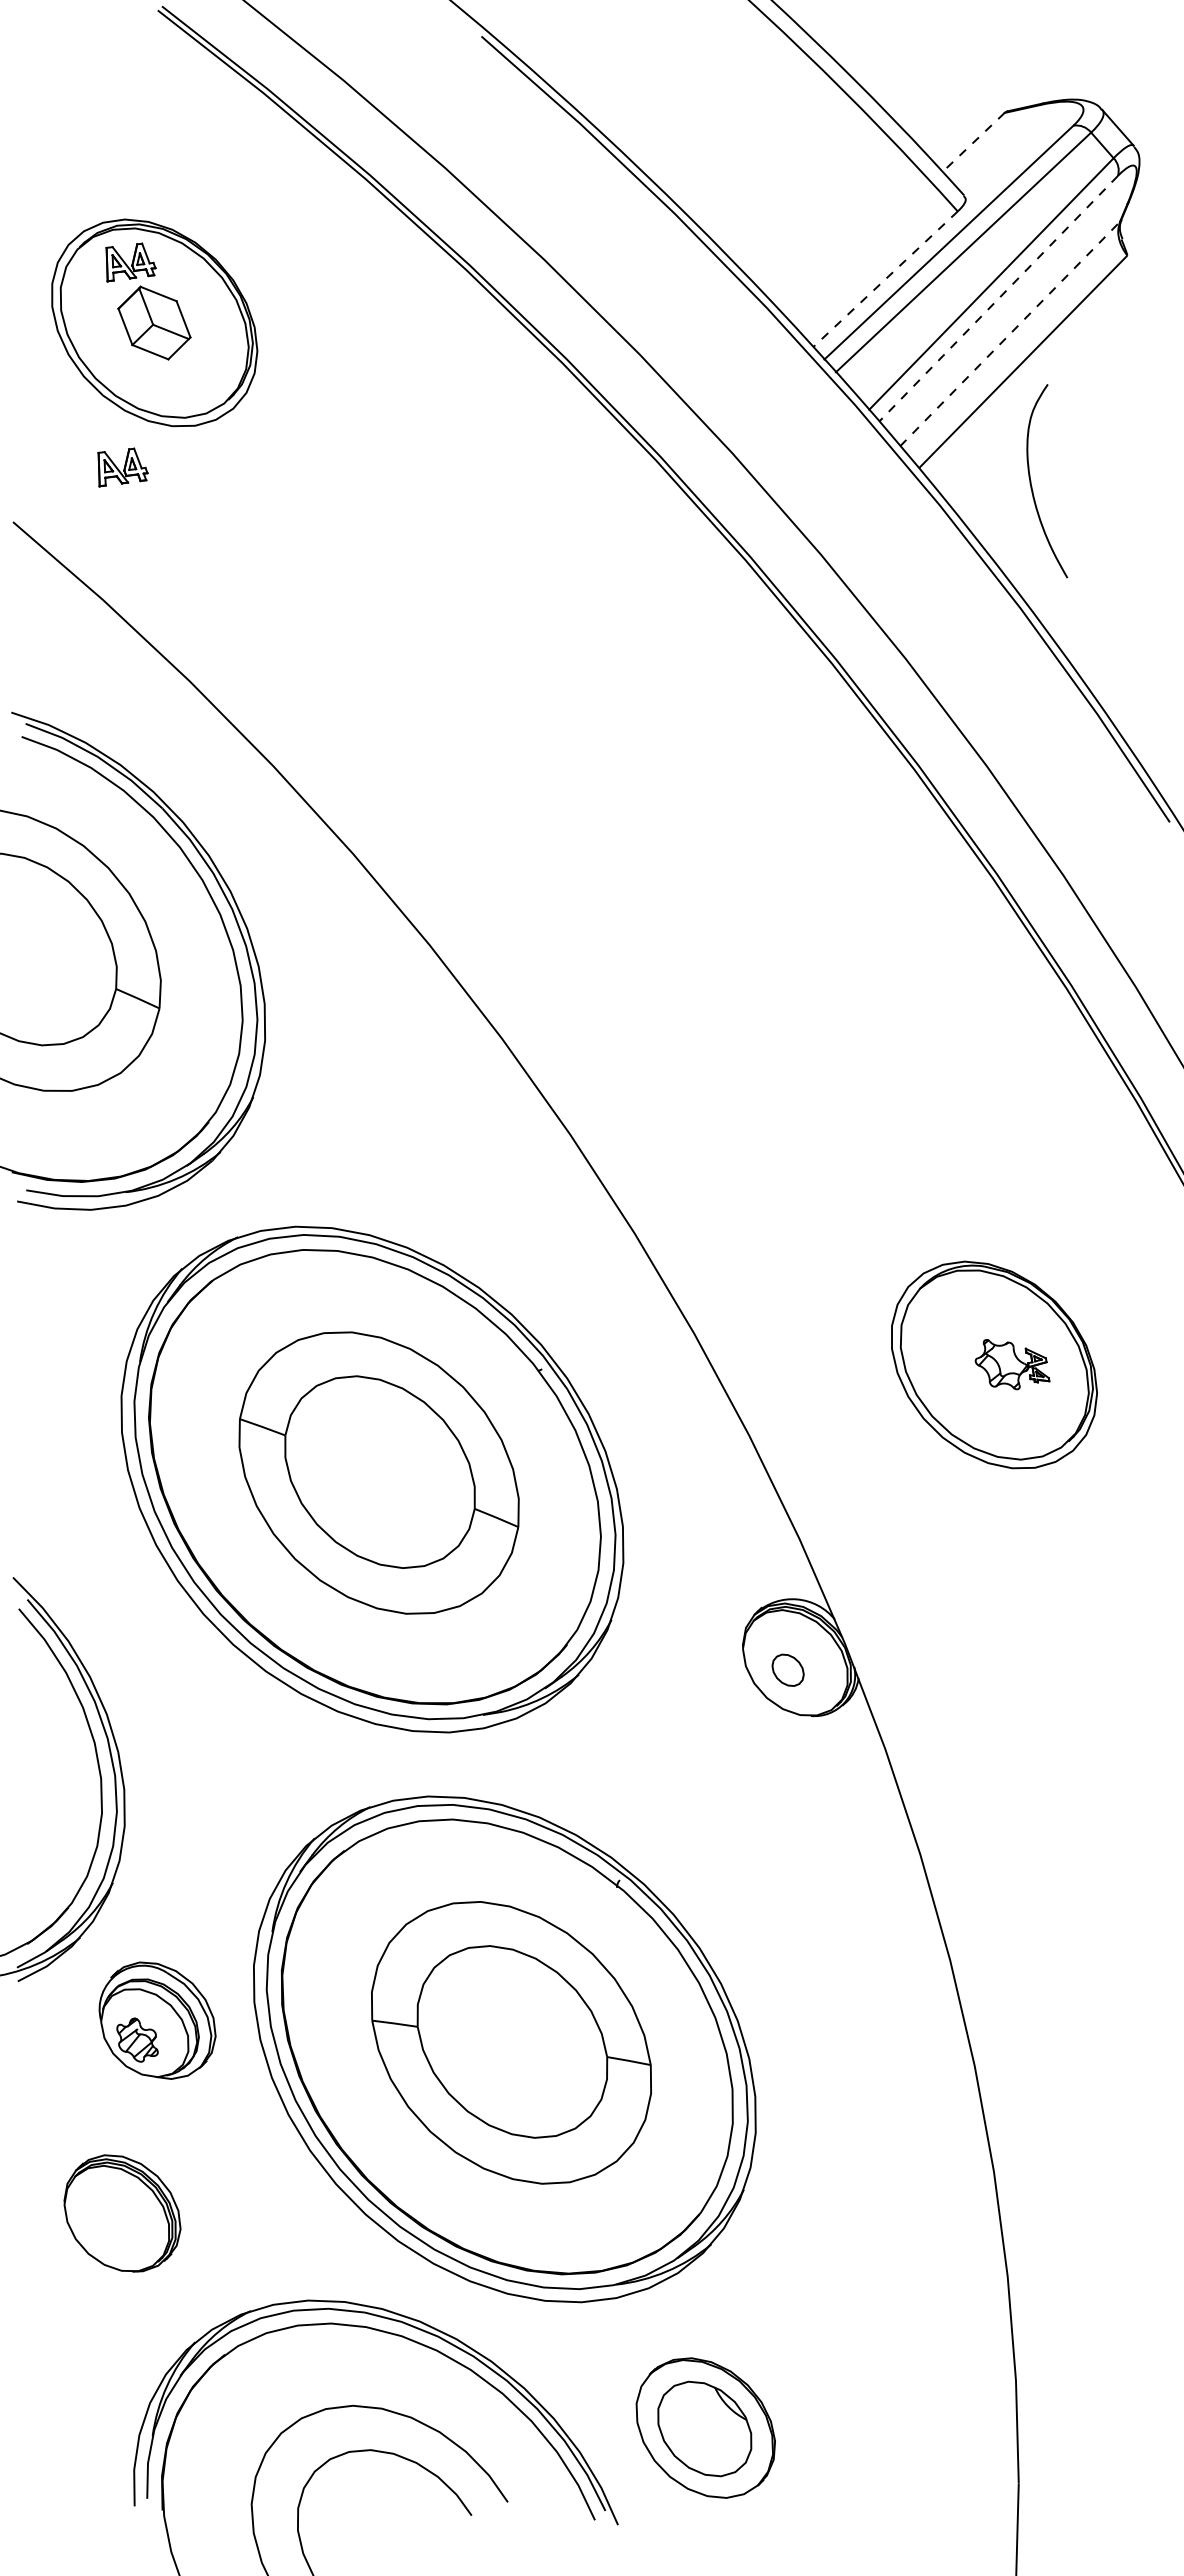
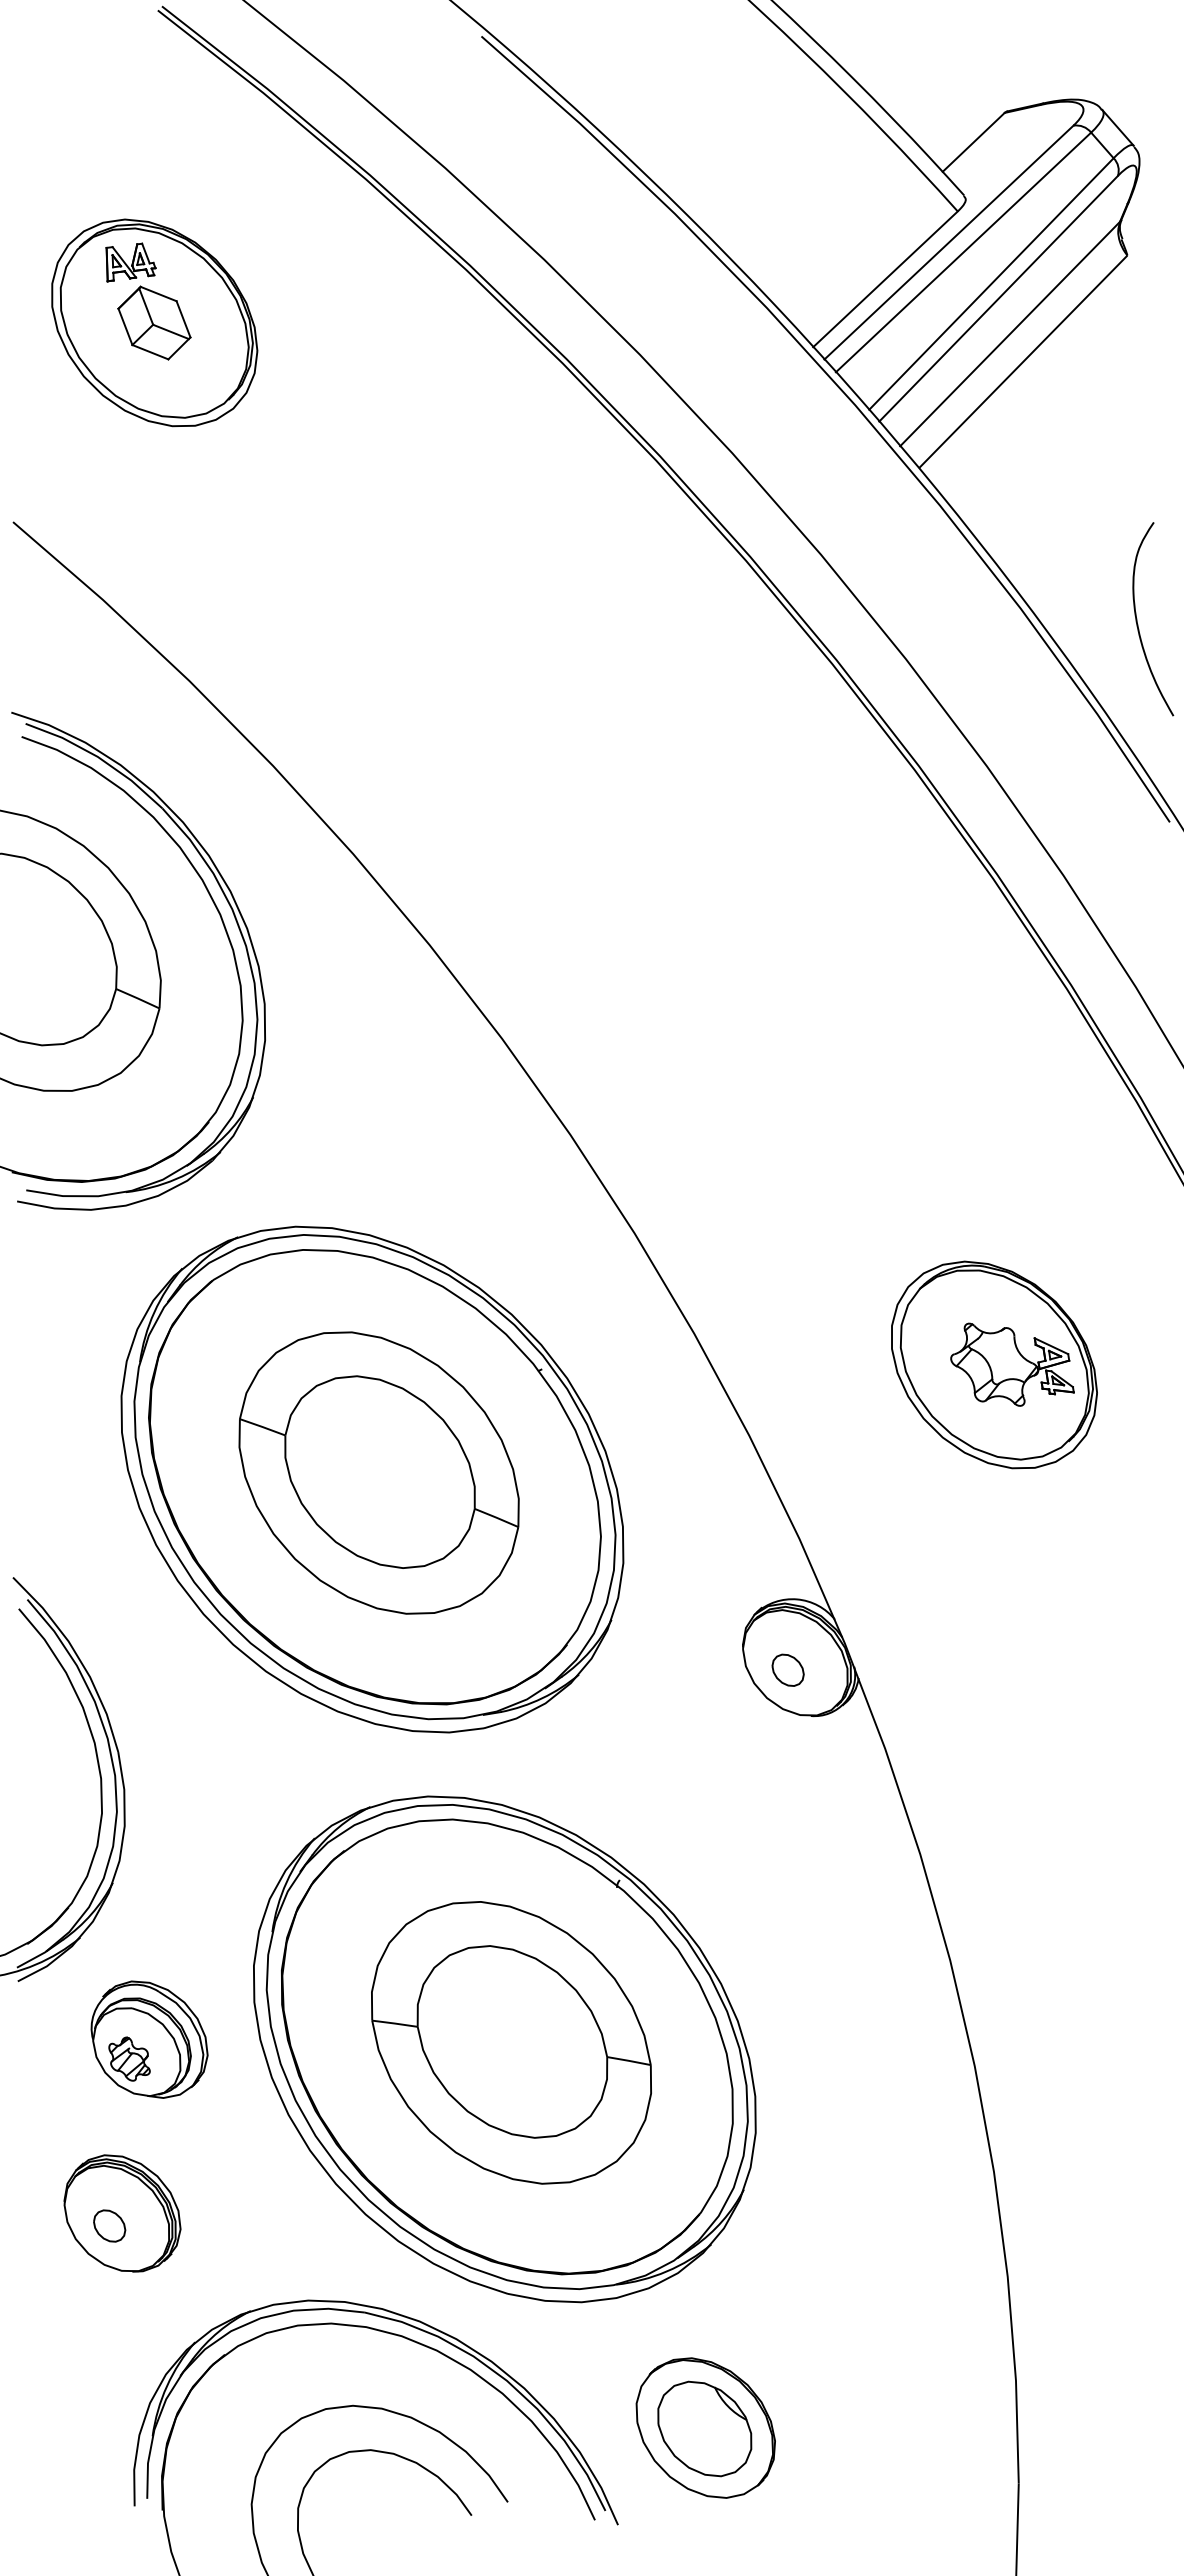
line at (973, 142): dashed -> solid
line at (885, 279): dashed -> solid
line at (998, 299): dashed -> solid
line at (1010, 333): dashed -> solid
part at (122, 467): present -> none
curve at (1032, 486) position: (1032, 486) -> (1138, 624)
part at (1012, 1364) size: 77x52 px -> 125x85 px
part at (157, 2020) position: (157, 2020) -> (149, 2039)
part at (109, 2225): none -> present
